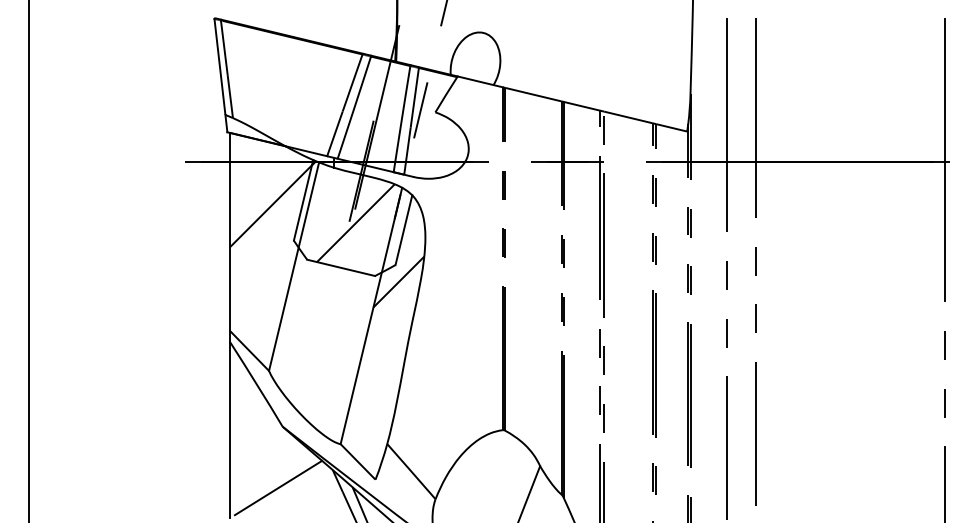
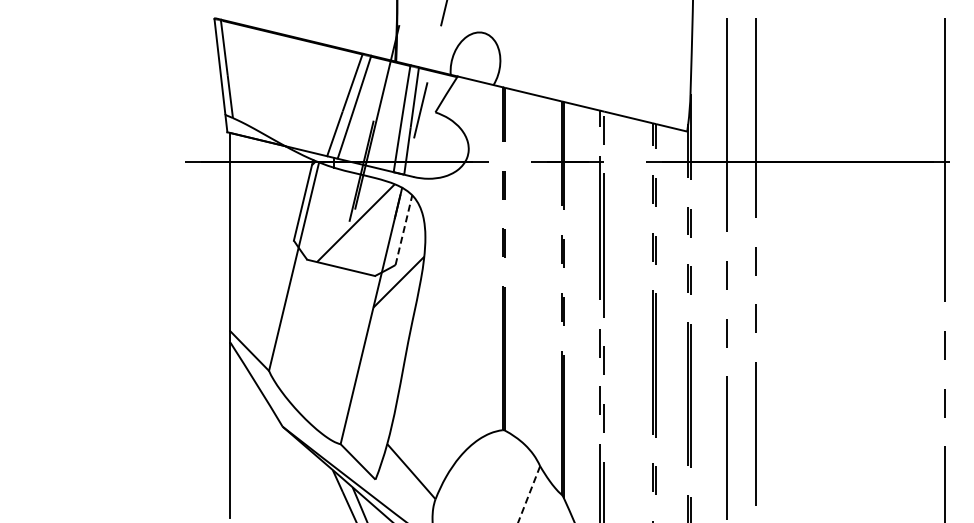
hatch at (273, 203): present -> none
line at (403, 230): solid -> dashed
line at (29, 260): present -> none
line at (278, 487): present -> none
line at (528, 495): solid -> dashed
